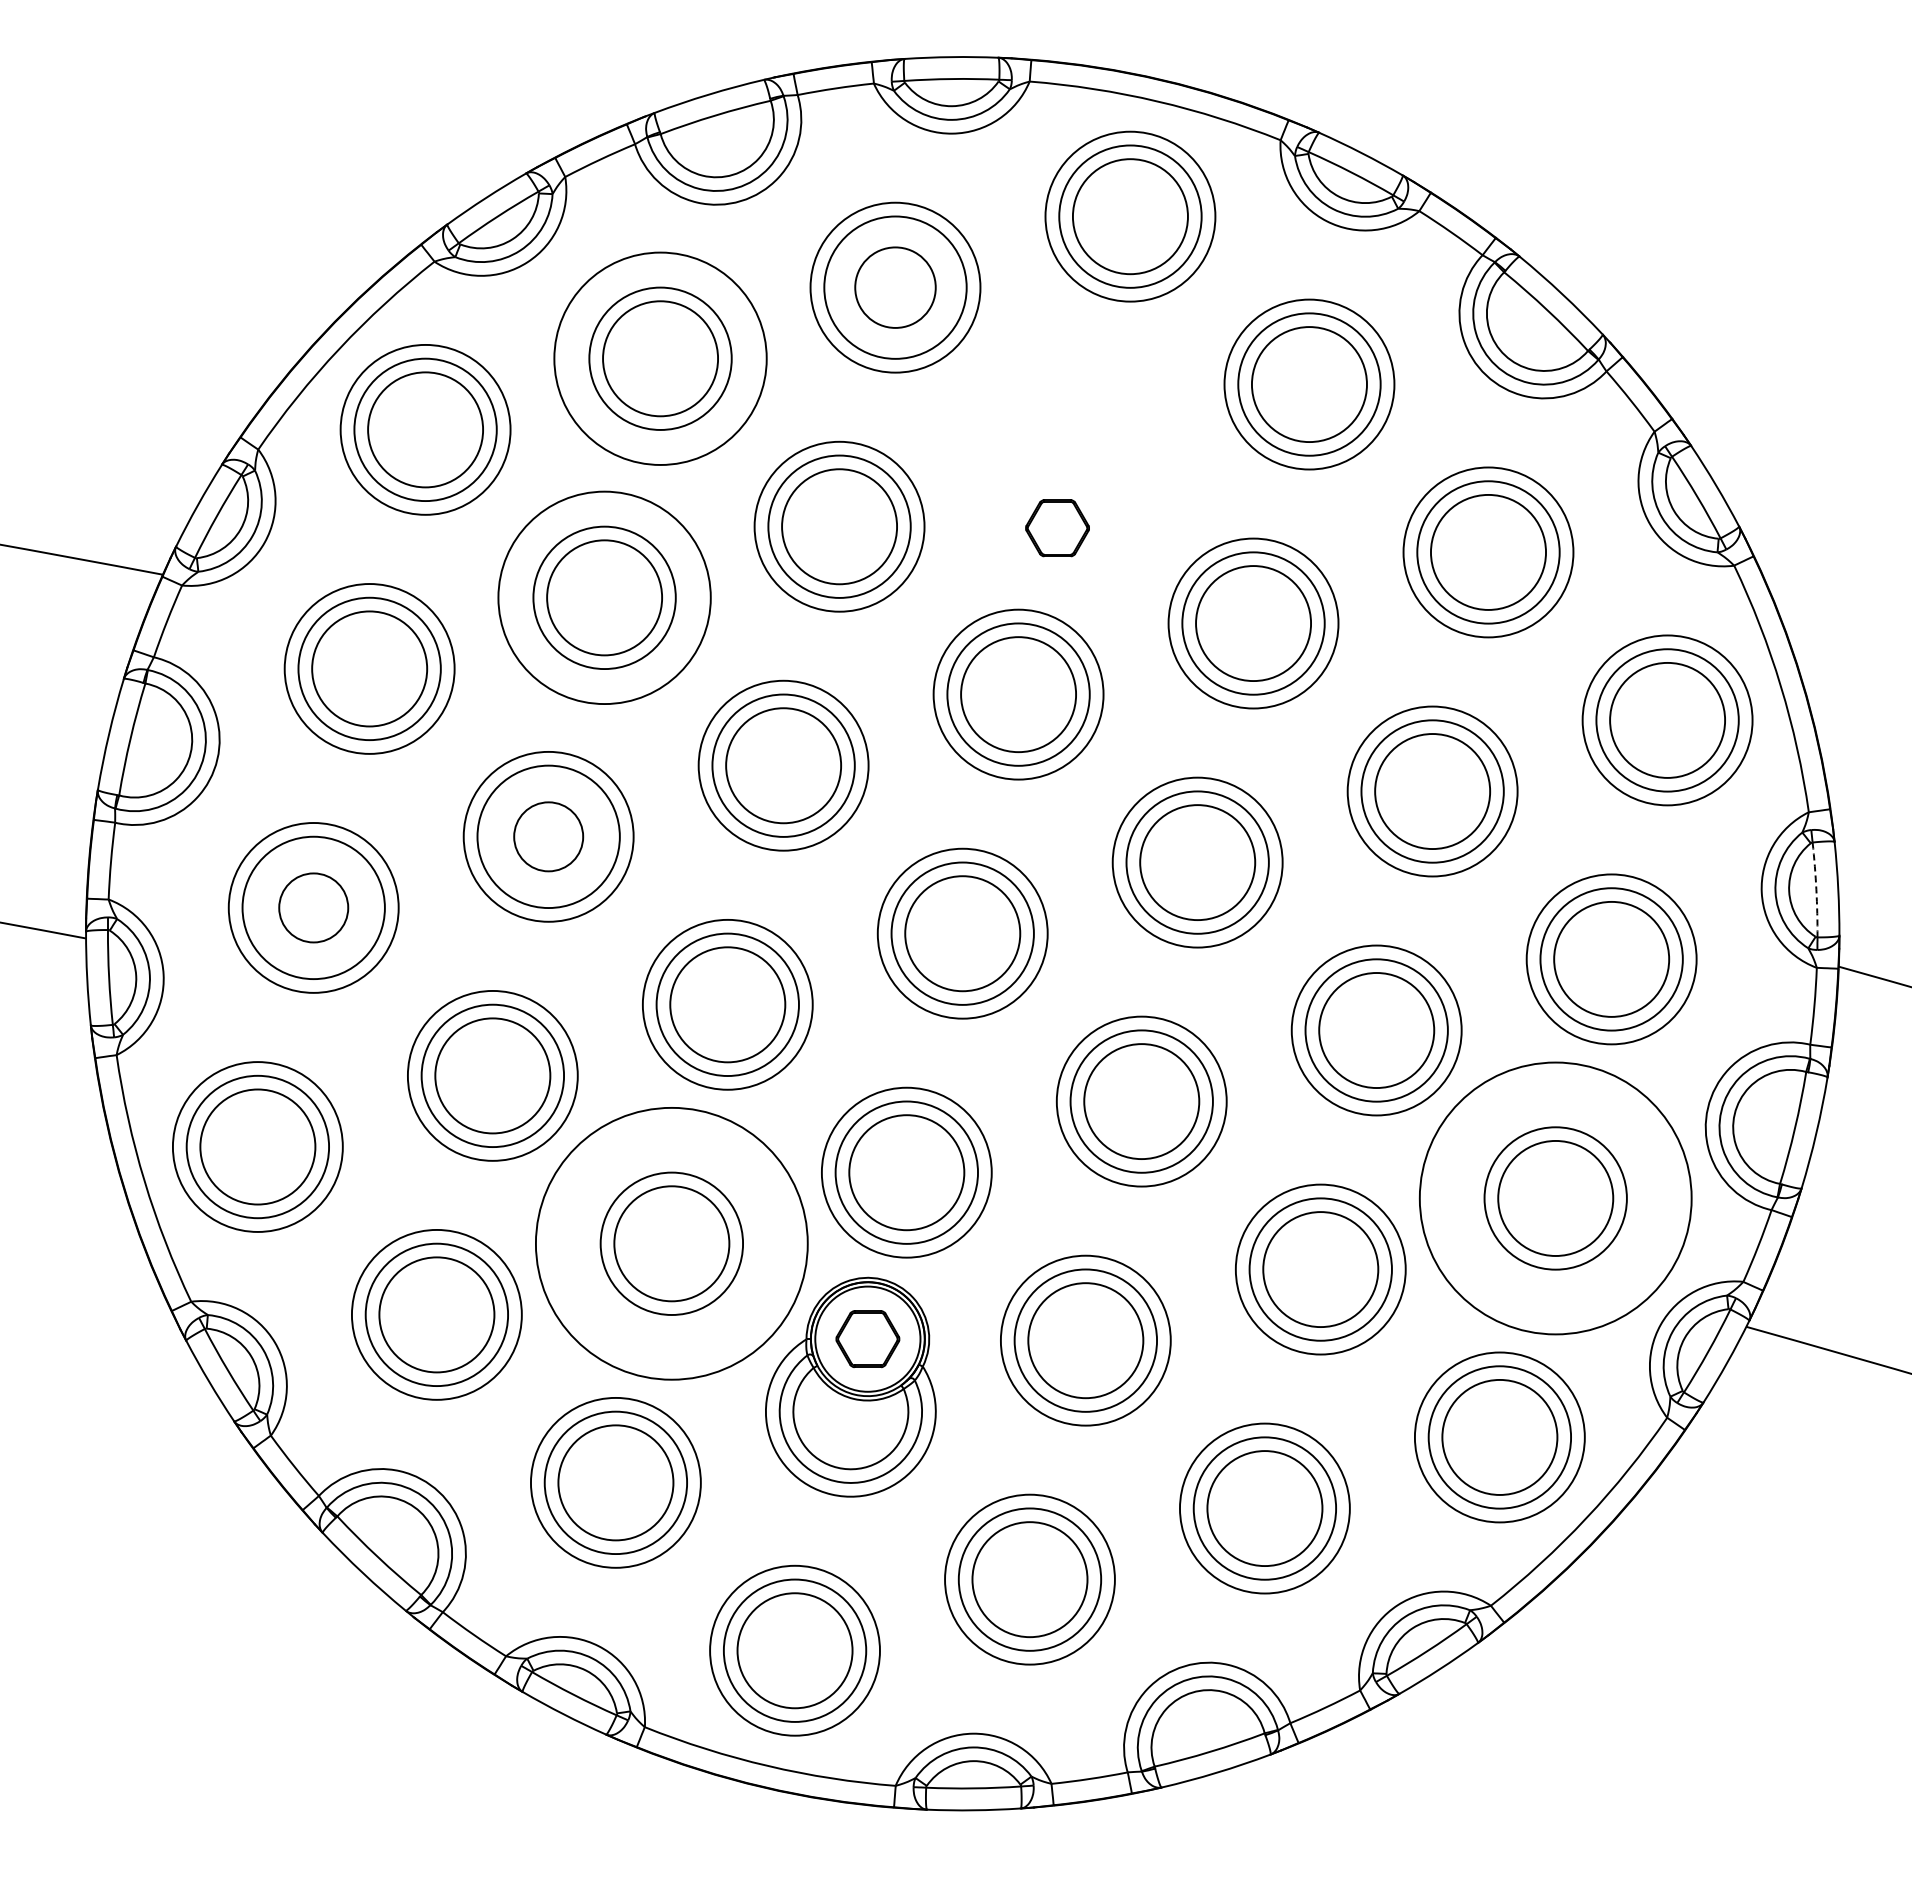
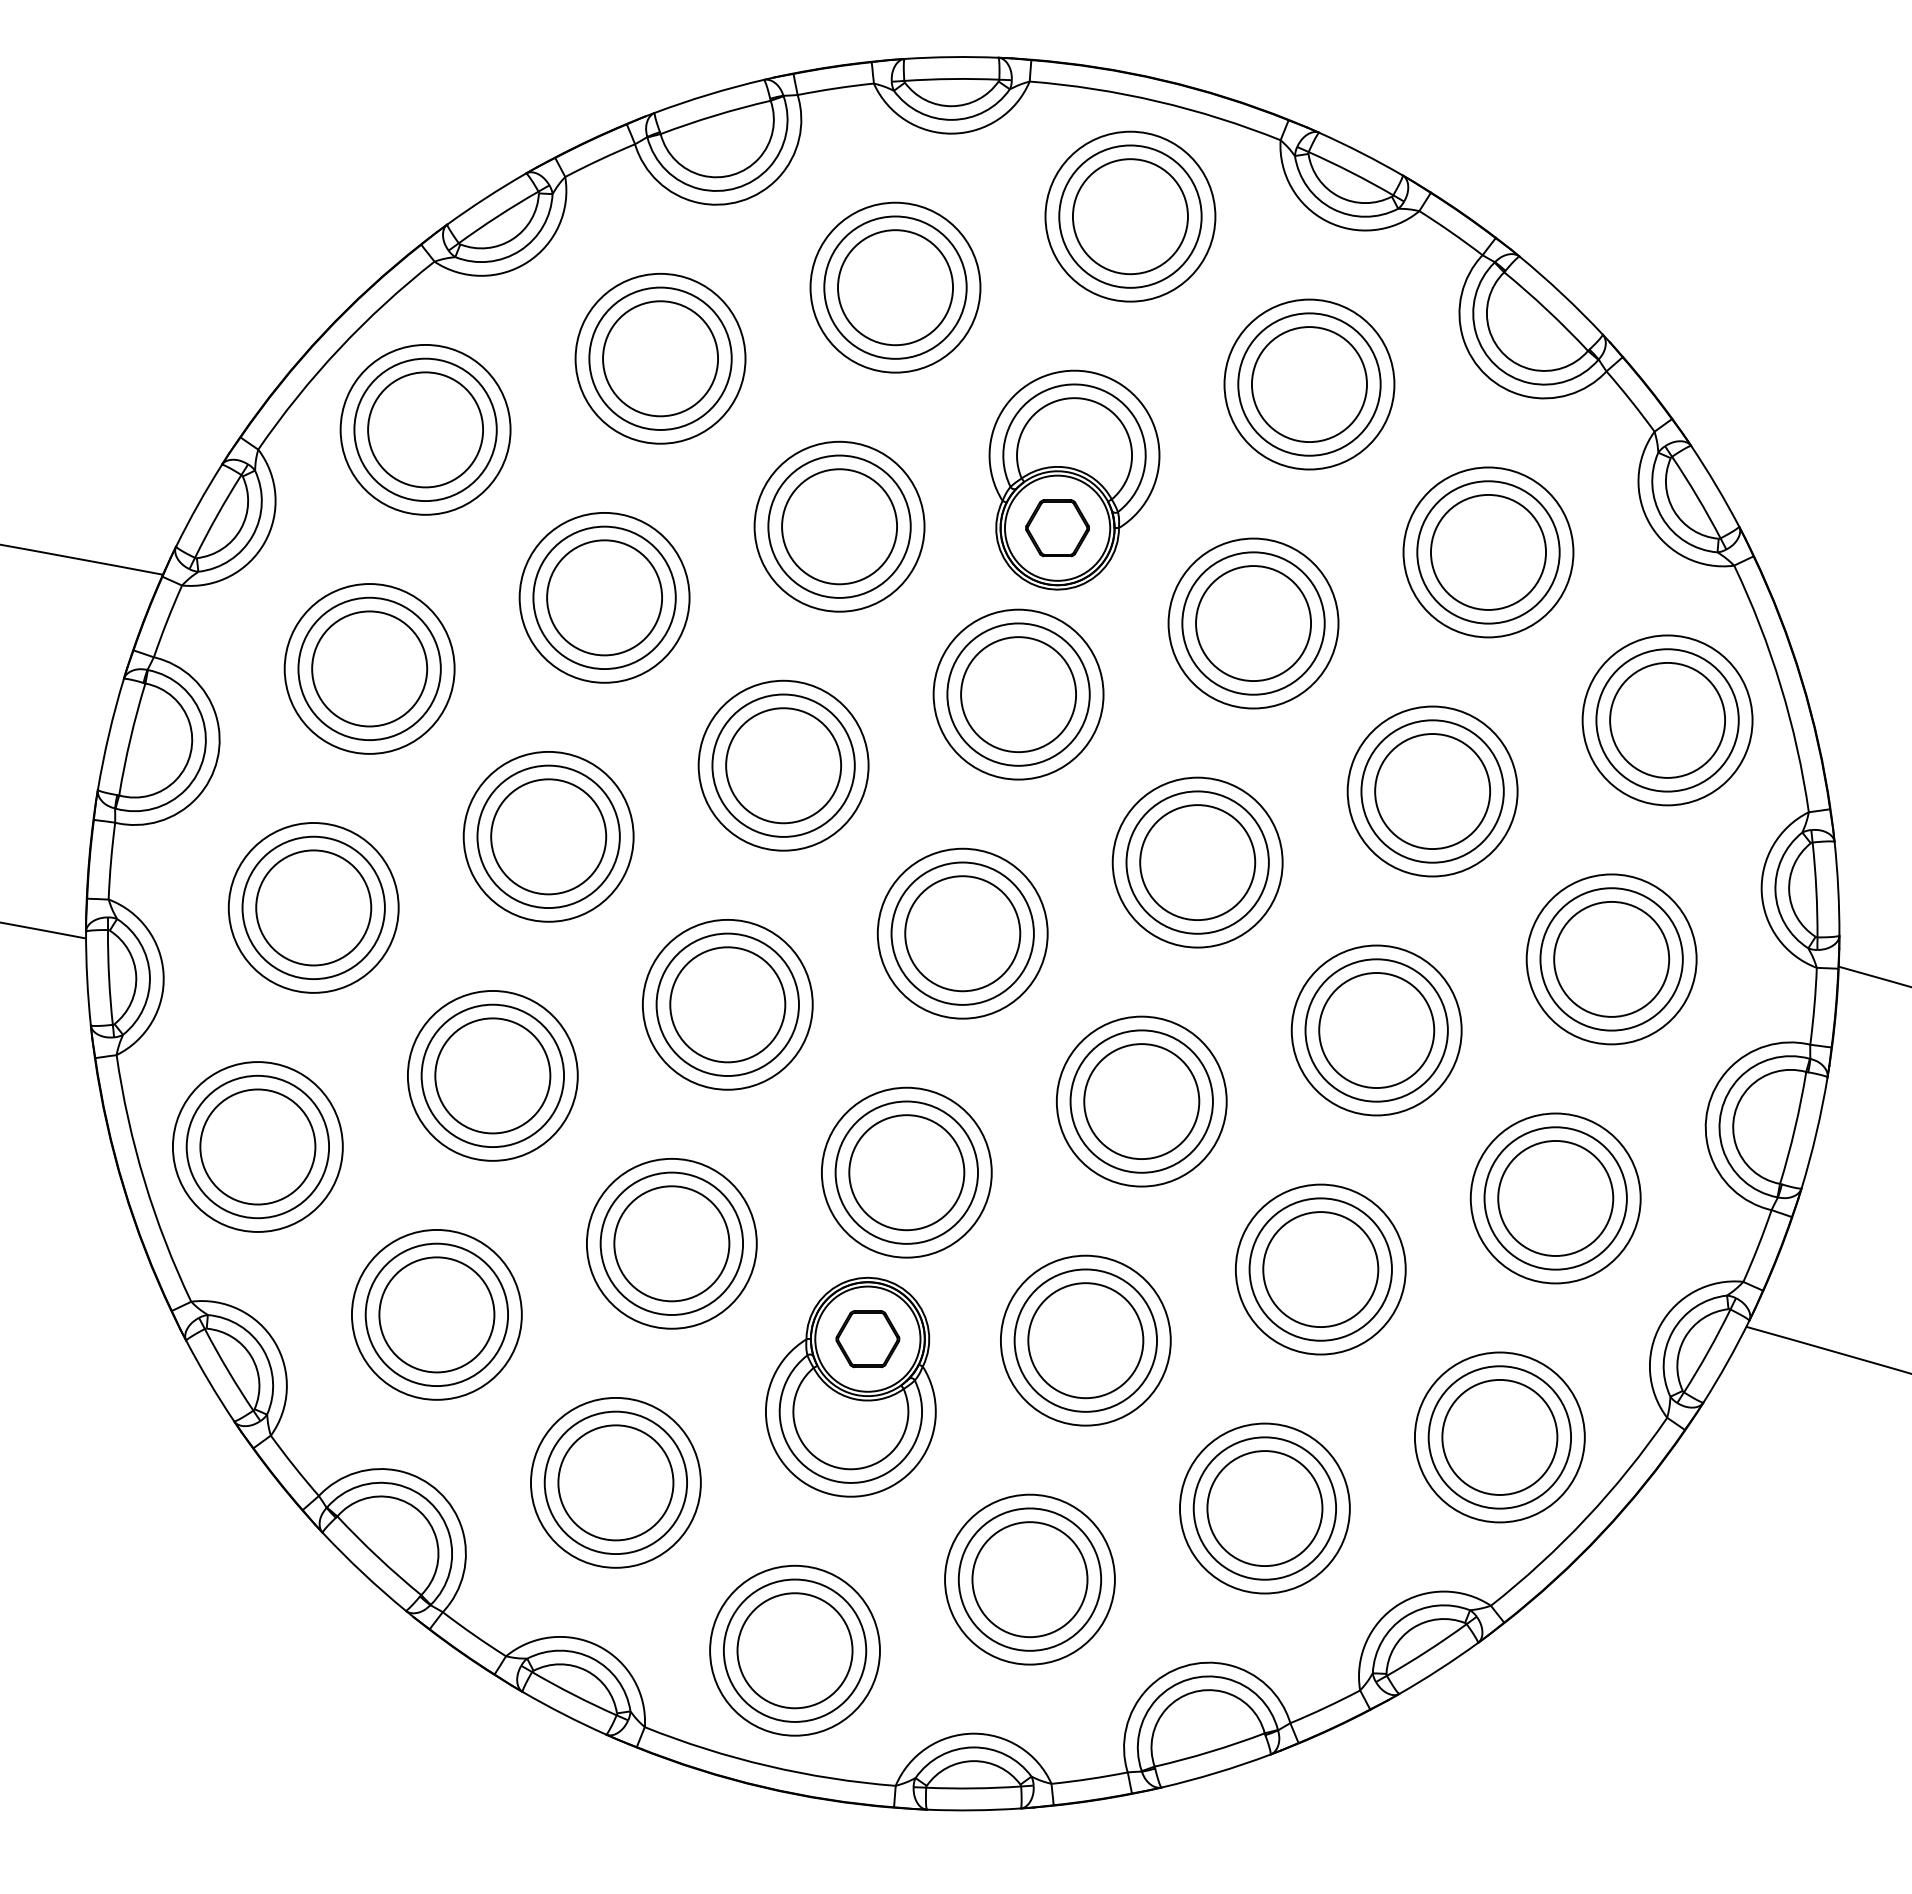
circle at (895, 287) diameter: 81 px -> 115 px
circle at (660, 358) diameter: 212 px -> 170 px
part at (1074, 479): none -> present
circle at (604, 597) diameter: 212 px -> 170 px
circle at (548, 836) diameter: 69 px -> 115 px
arc at (1816, 889): dashed -> solid
circle at (313, 907) diameter: 69 px -> 115 px
circle at (1555, 1198) diameter: 272 px -> 170 px
circle at (671, 1243) diameter: 272 px -> 170 px
